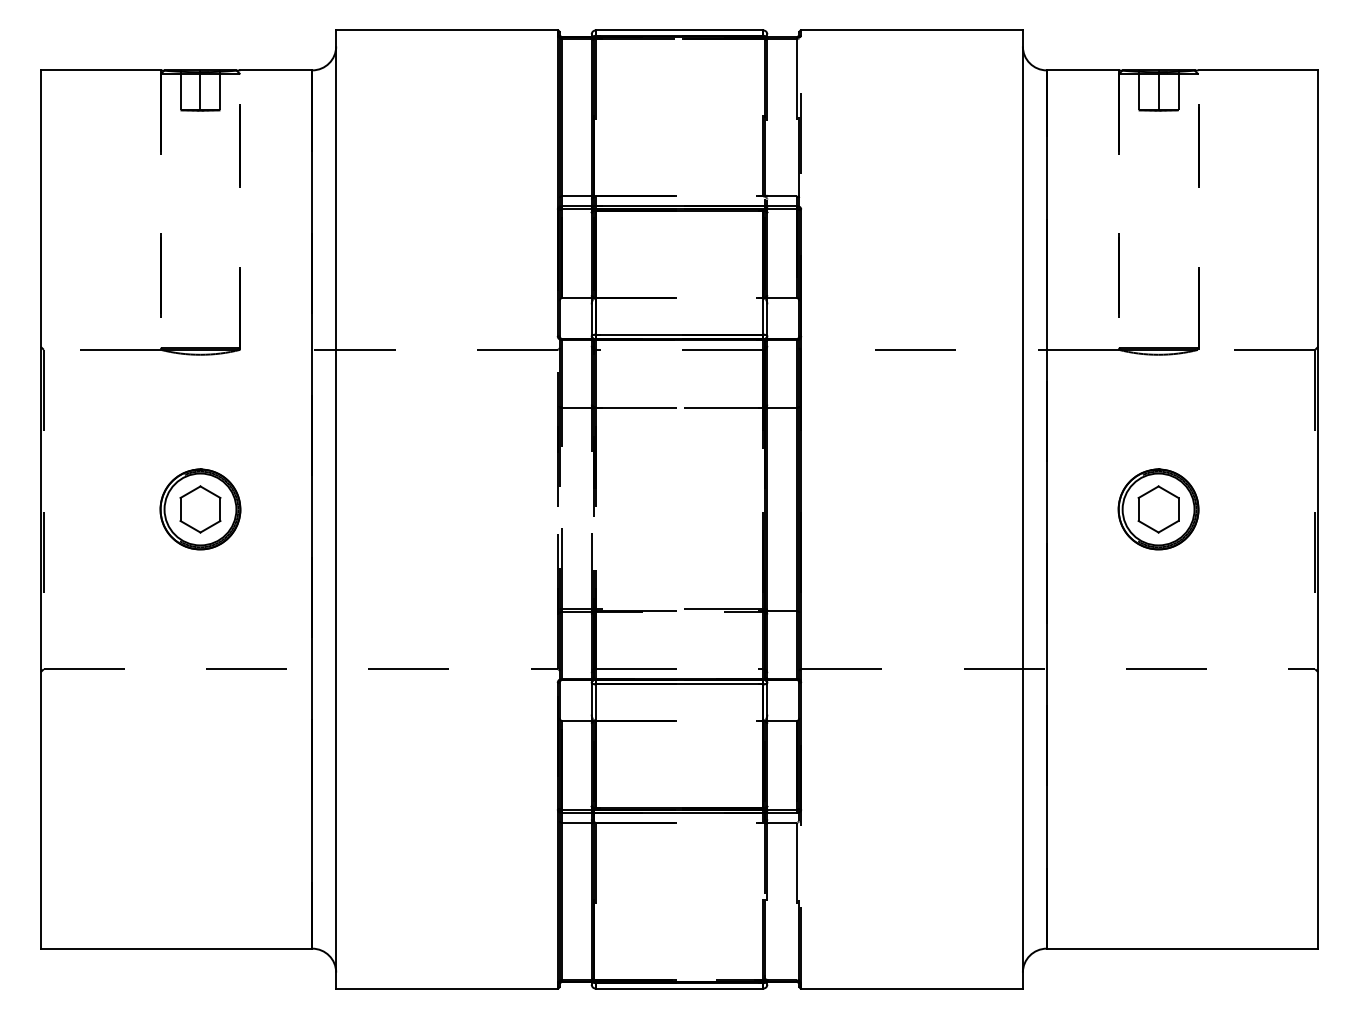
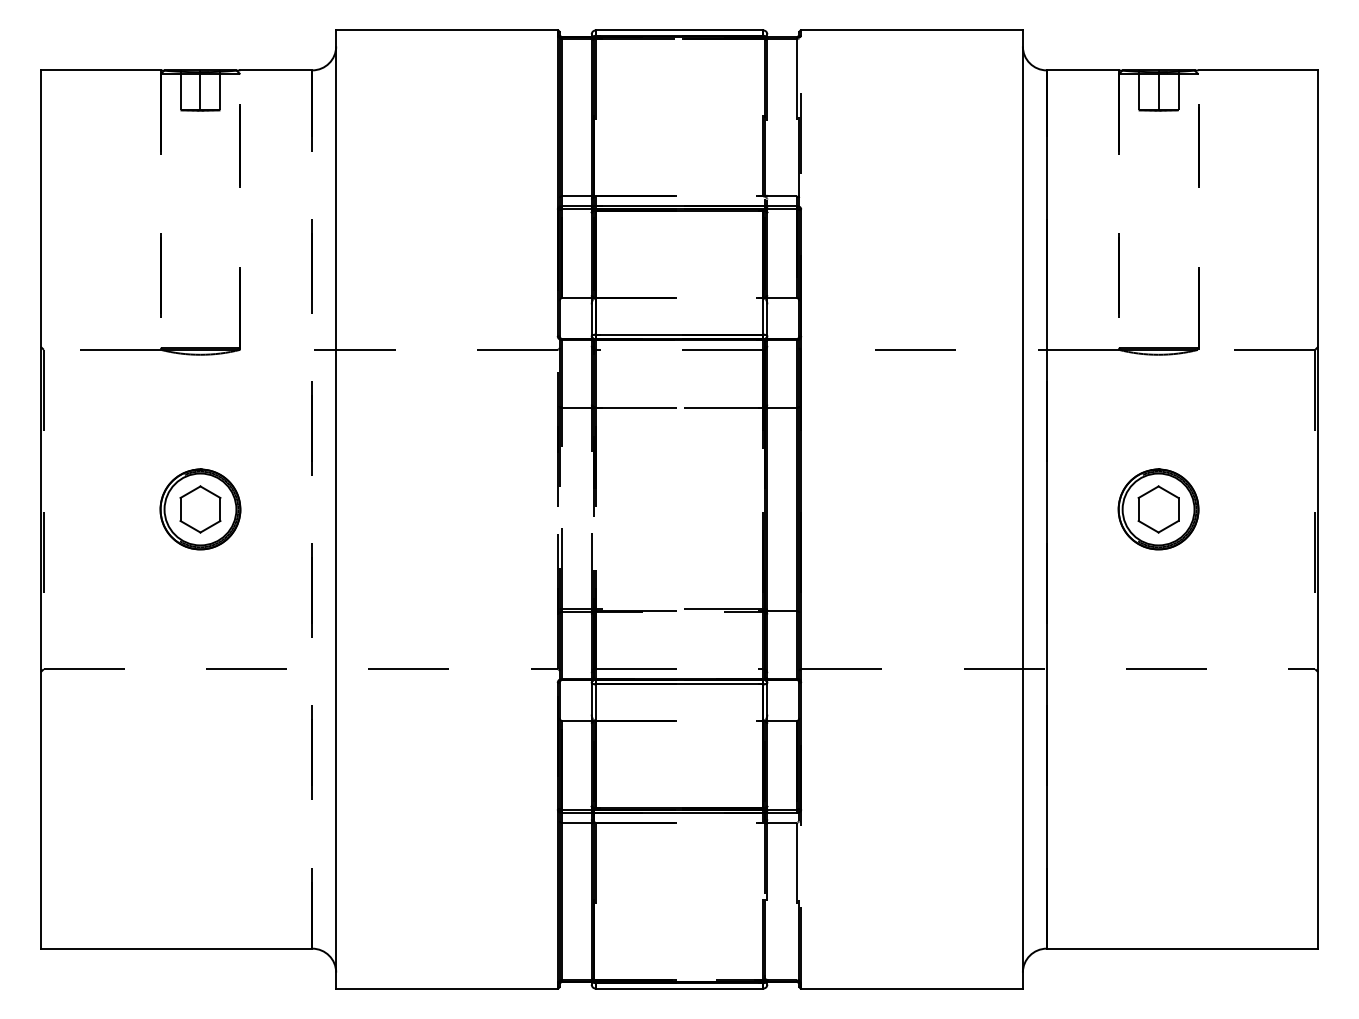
line at (312, 509): solid -> dashed
